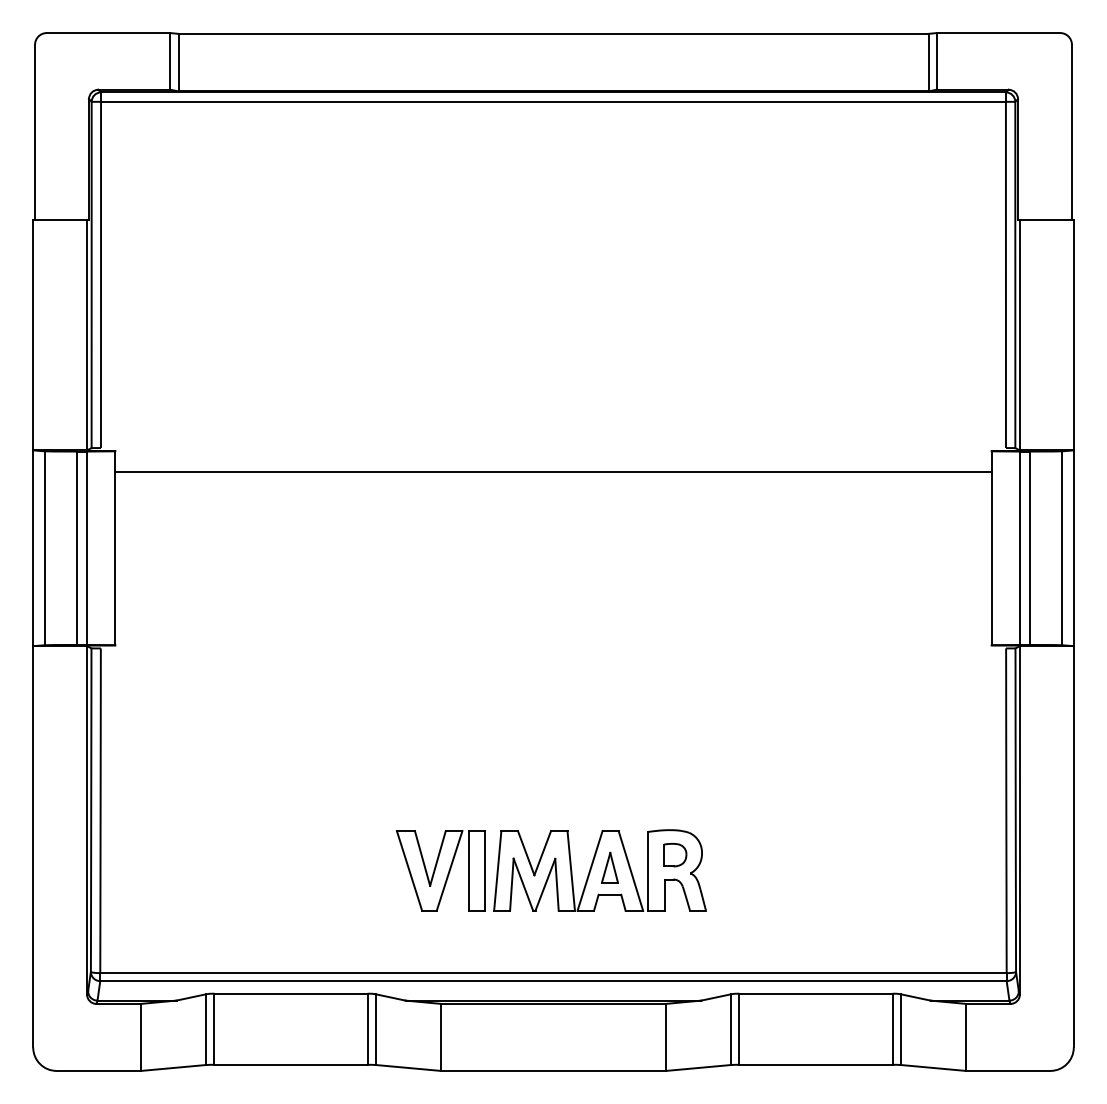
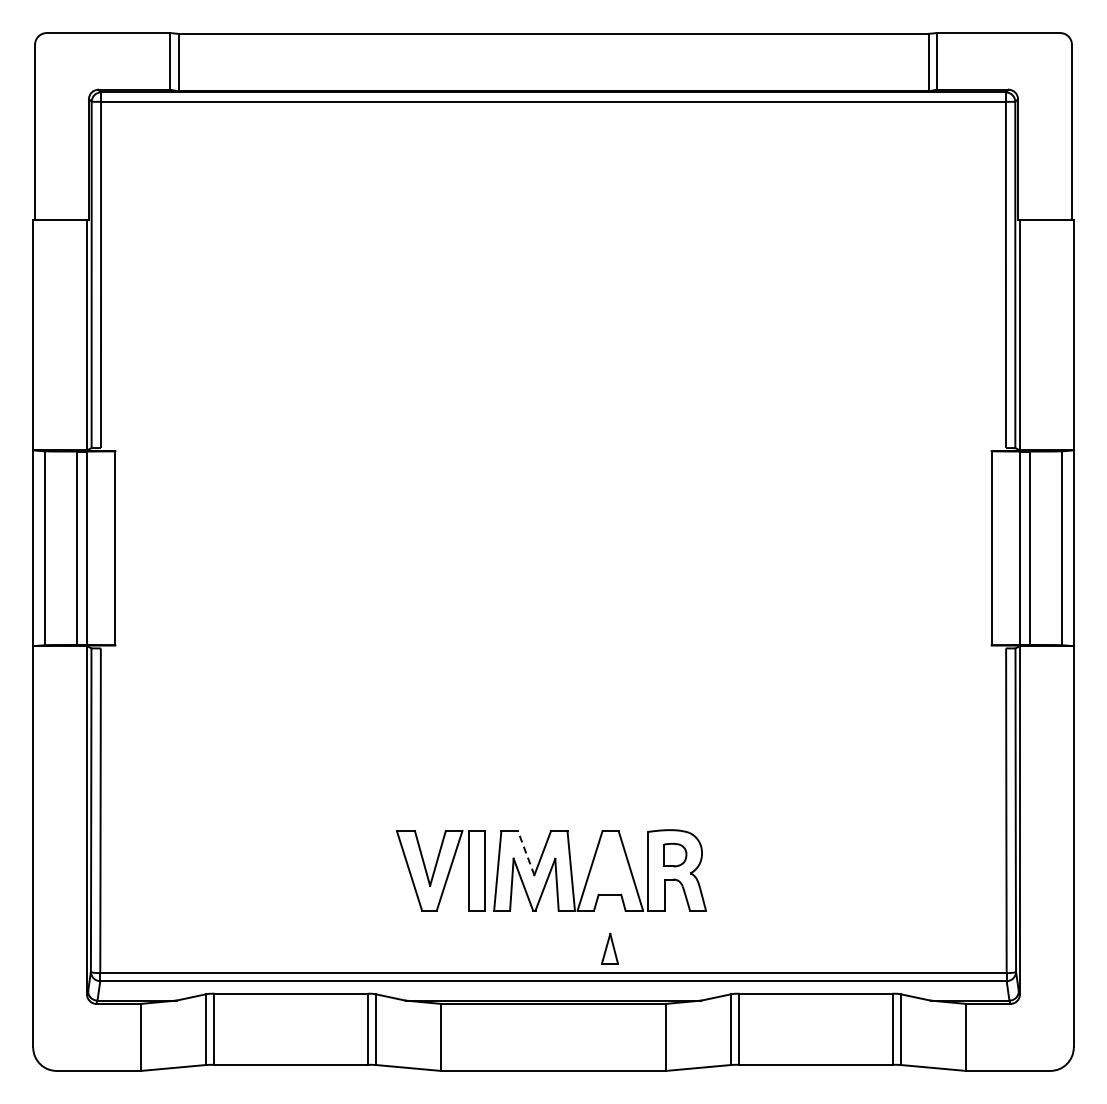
line at (553, 472): present -> none
line at (526, 853): solid -> dashed
part at (609, 867) position: (609, 867) -> (609, 948)
